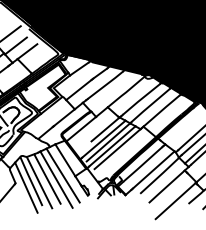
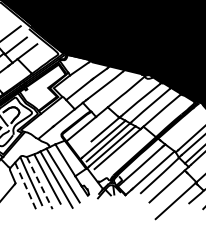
line at (39, 182): solid -> dashed
line at (26, 188): solid -> dashed
